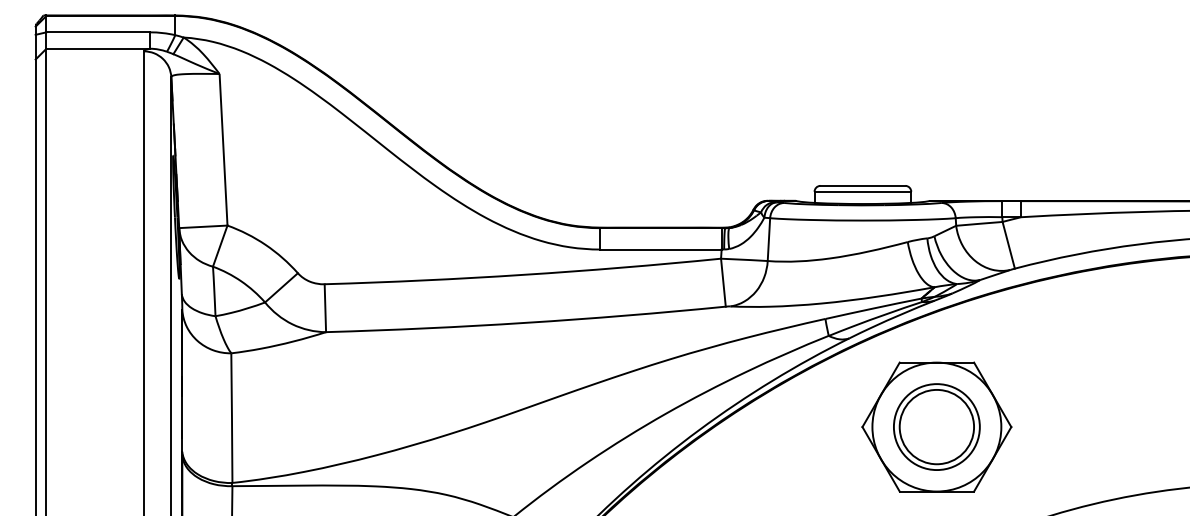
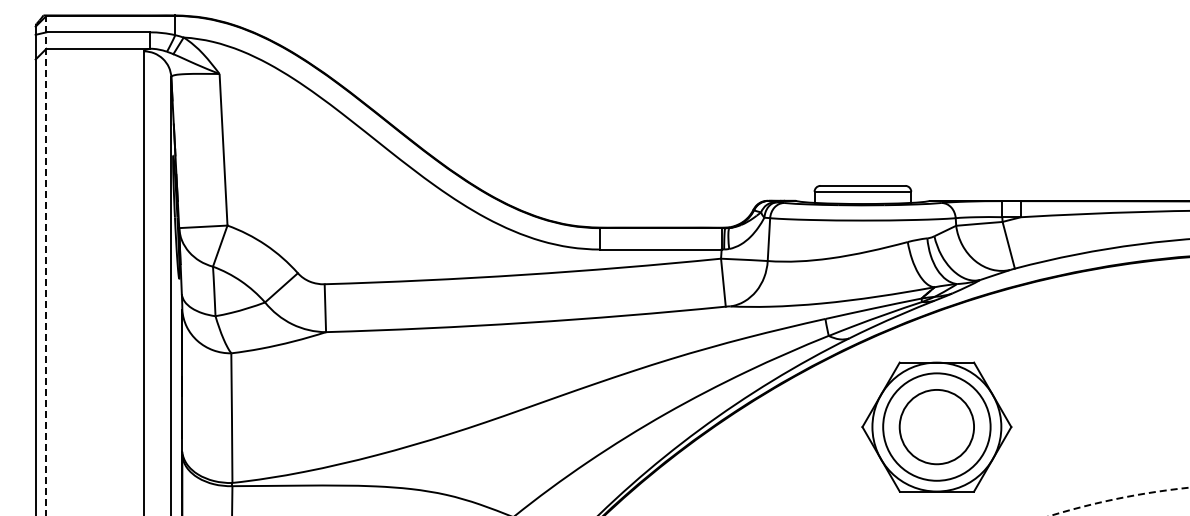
line at (46, 265): solid -> dashed
circle at (936, 427) diameter: 86 px -> 107 px
arc at (1118, 498): solid -> dashed
